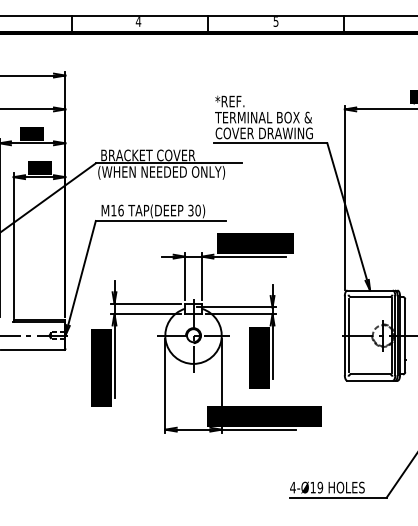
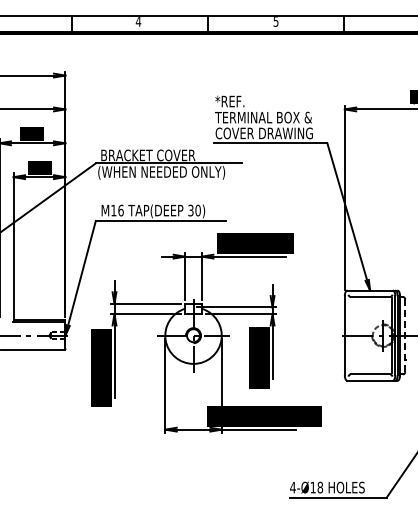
line at (348, 335): present -> none
line at (405, 336): solid -> dashed
text at (320, 487): 4-Ø19 -> 4-Ø18
